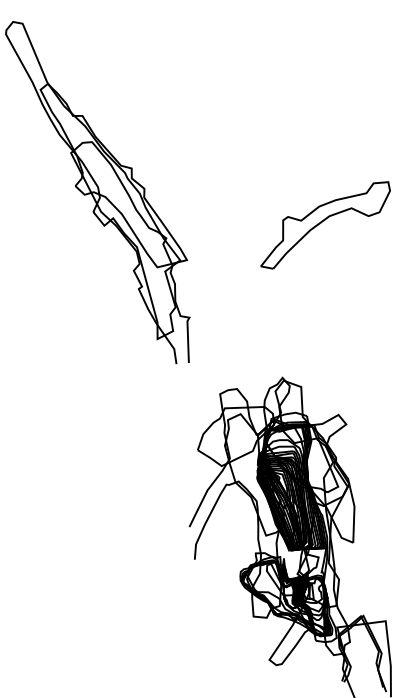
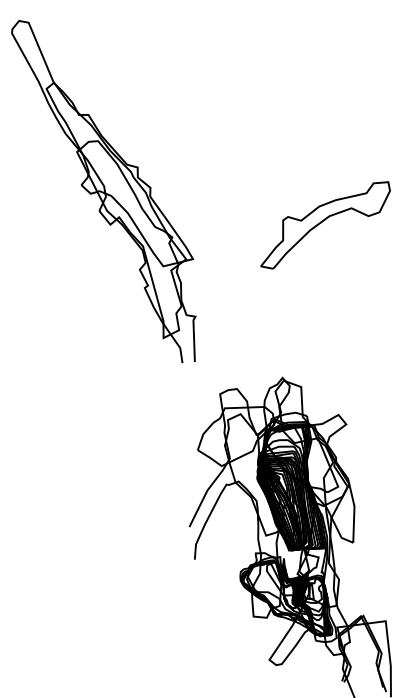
part at (97, 192) position: (97, 192) -> (103, 191)
